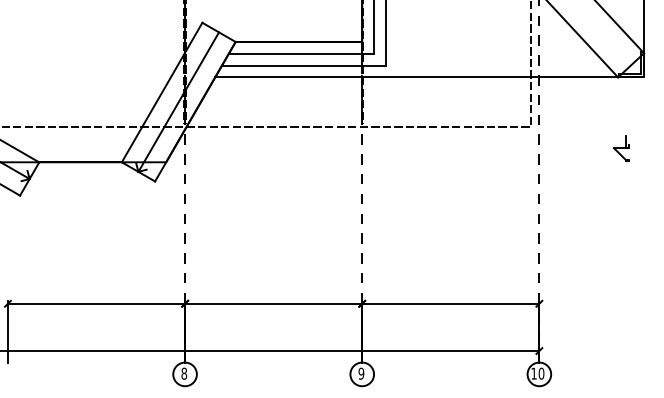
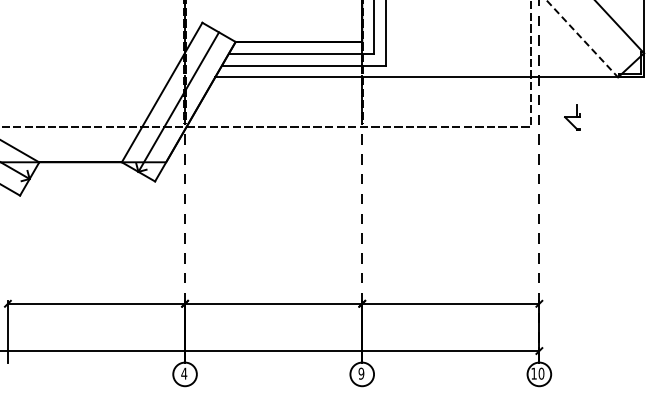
line at (582, 39): solid -> dashed
part at (621, 148) position: (621, 148) -> (572, 117)
text at (184, 373): 8 -> 4
